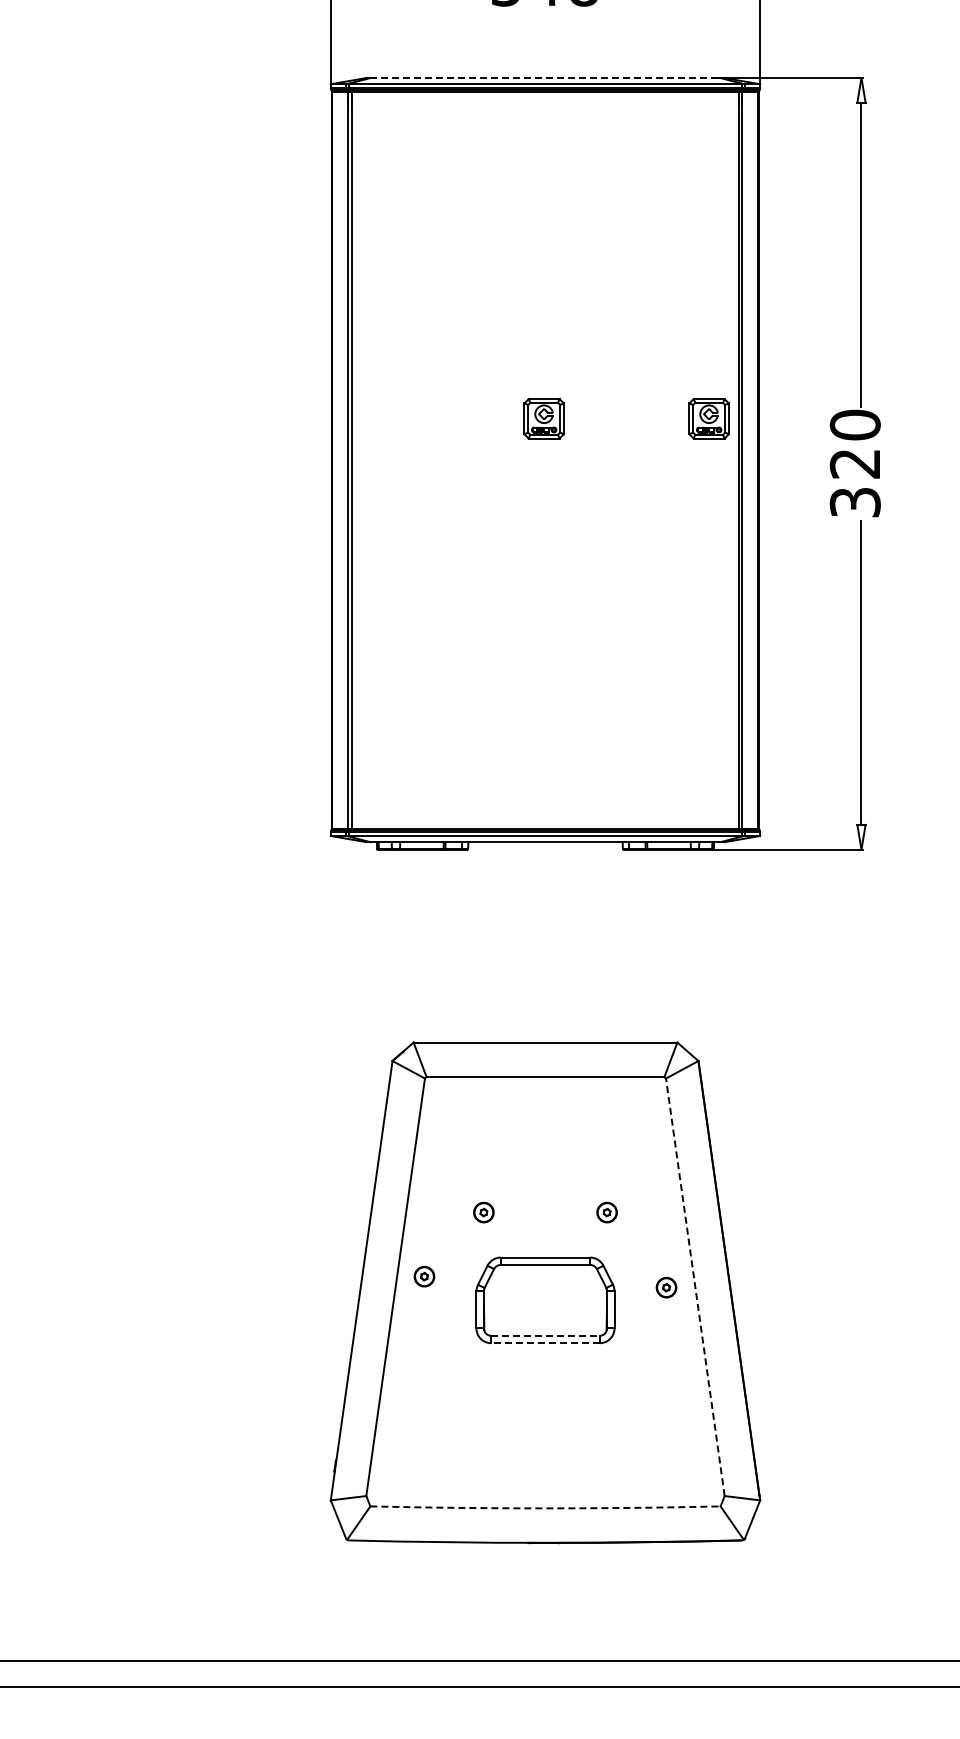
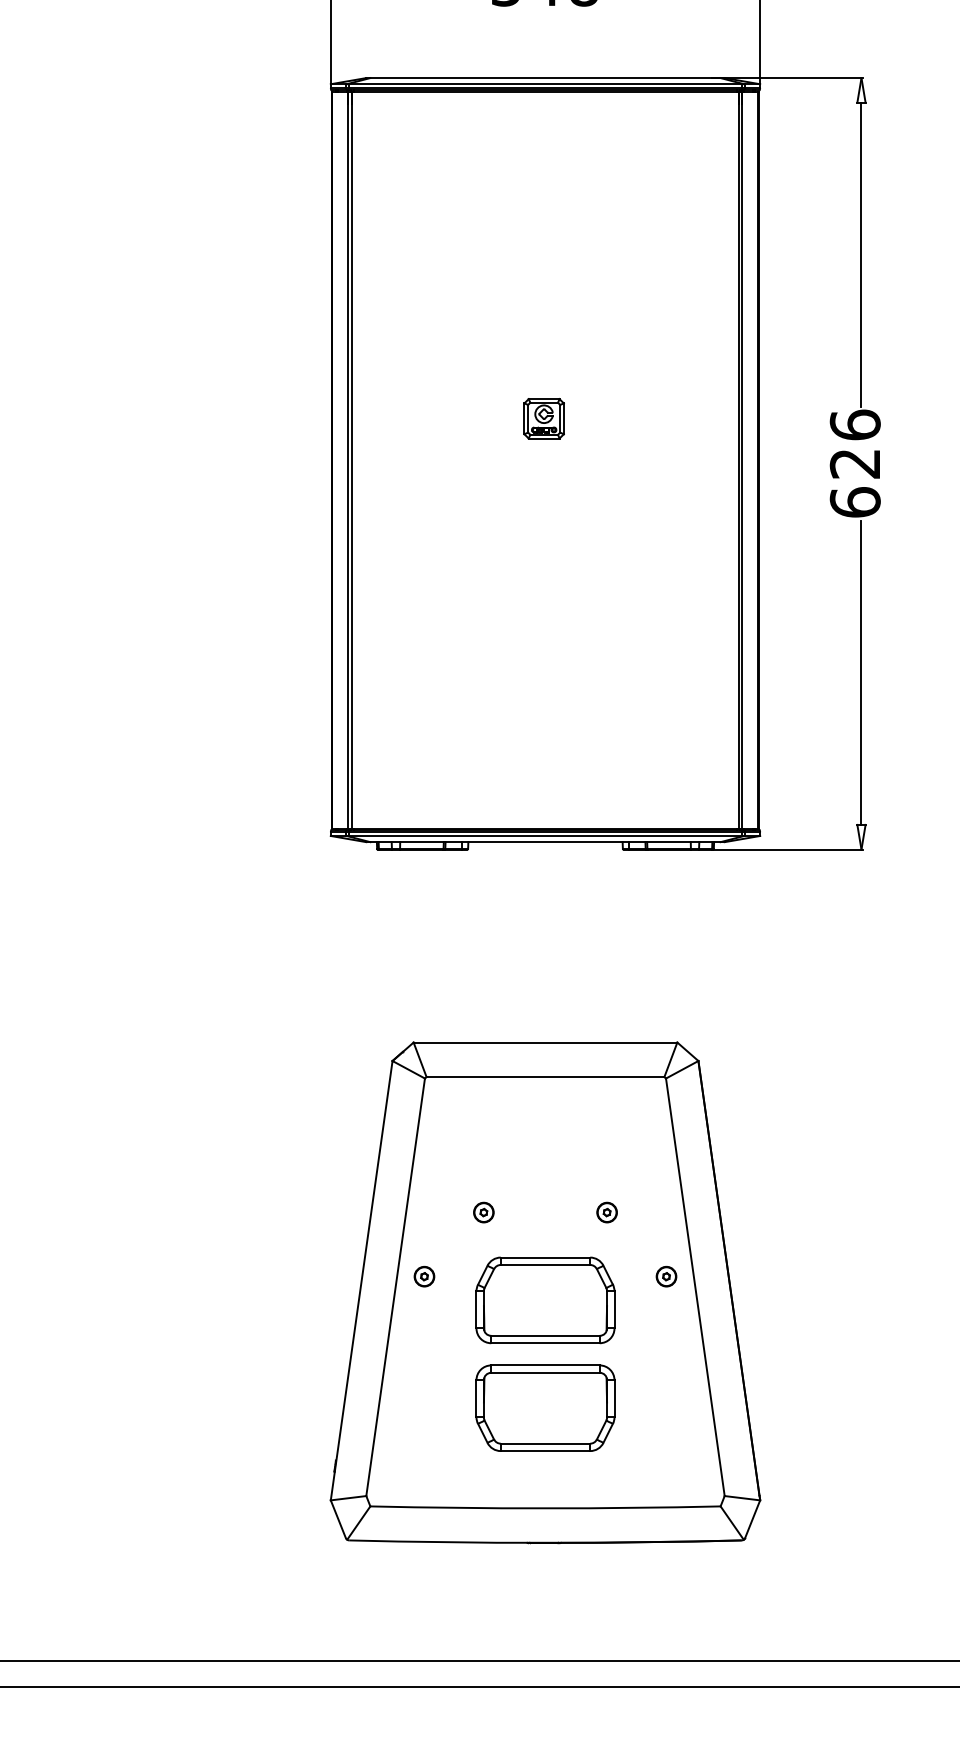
line at (546, 78): dashed -> solid
part at (708, 418): present -> none
text at (854, 463): 320 -> 626
part at (666, 1287) position: (666, 1287) -> (666, 1276)
line at (695, 1287): dashed -> solid
line at (546, 1335): dashed -> solid
line at (545, 1343): dashed -> solid
part at (545, 1407): none -> present
arc at (545, 1508): dashed -> solid
